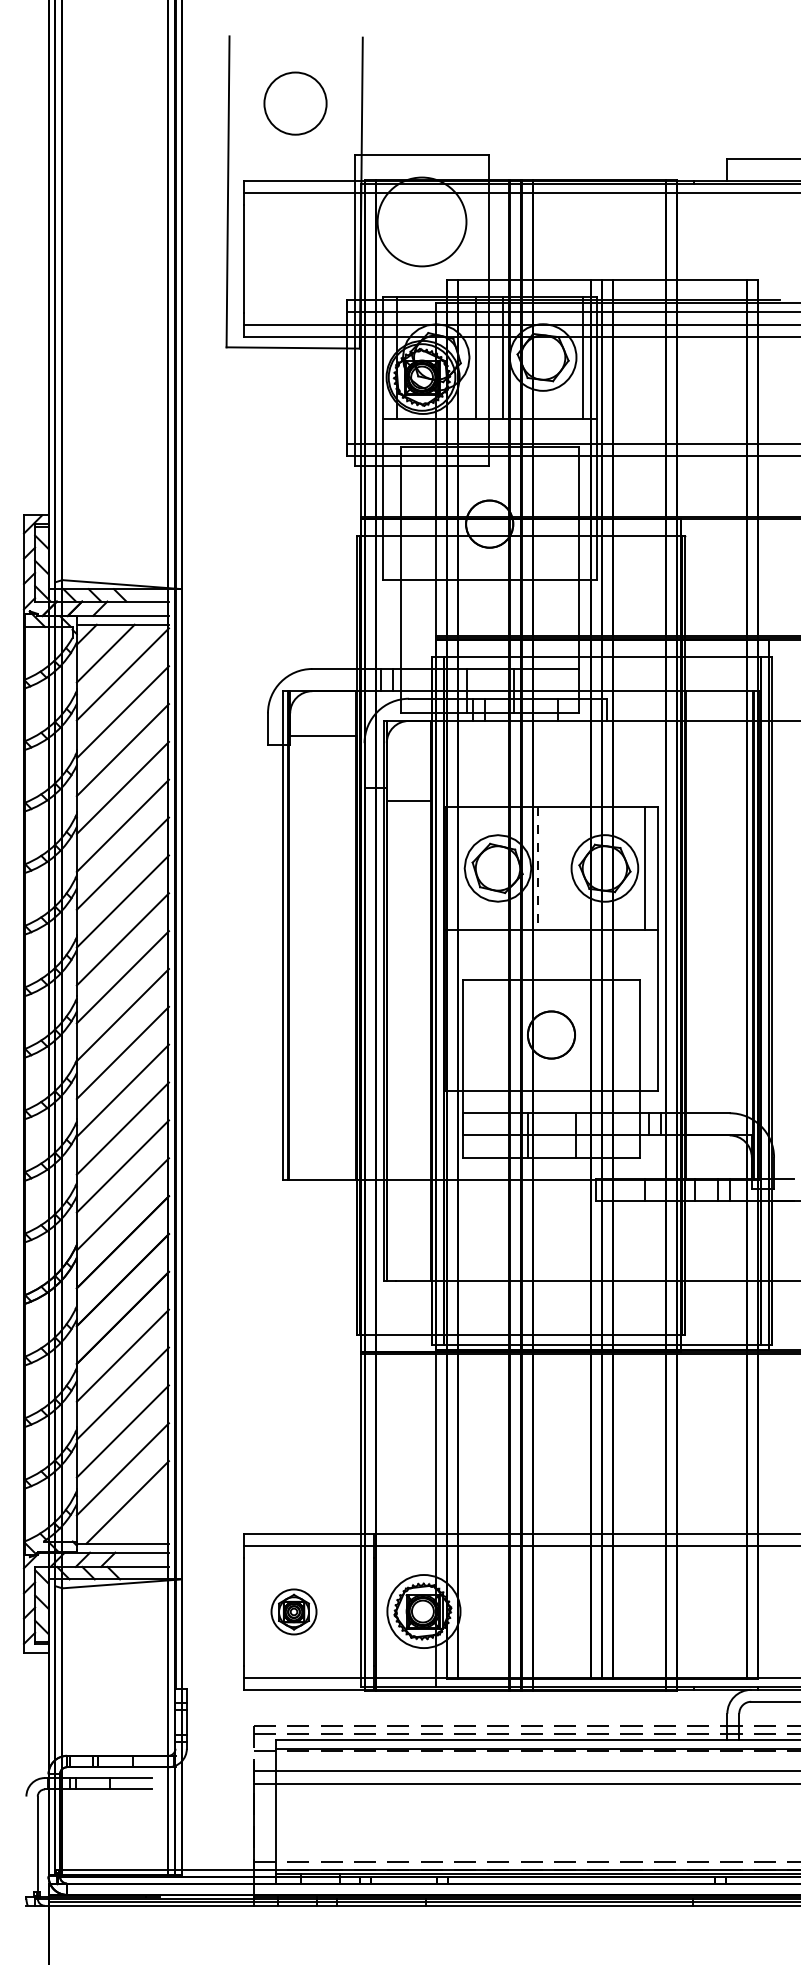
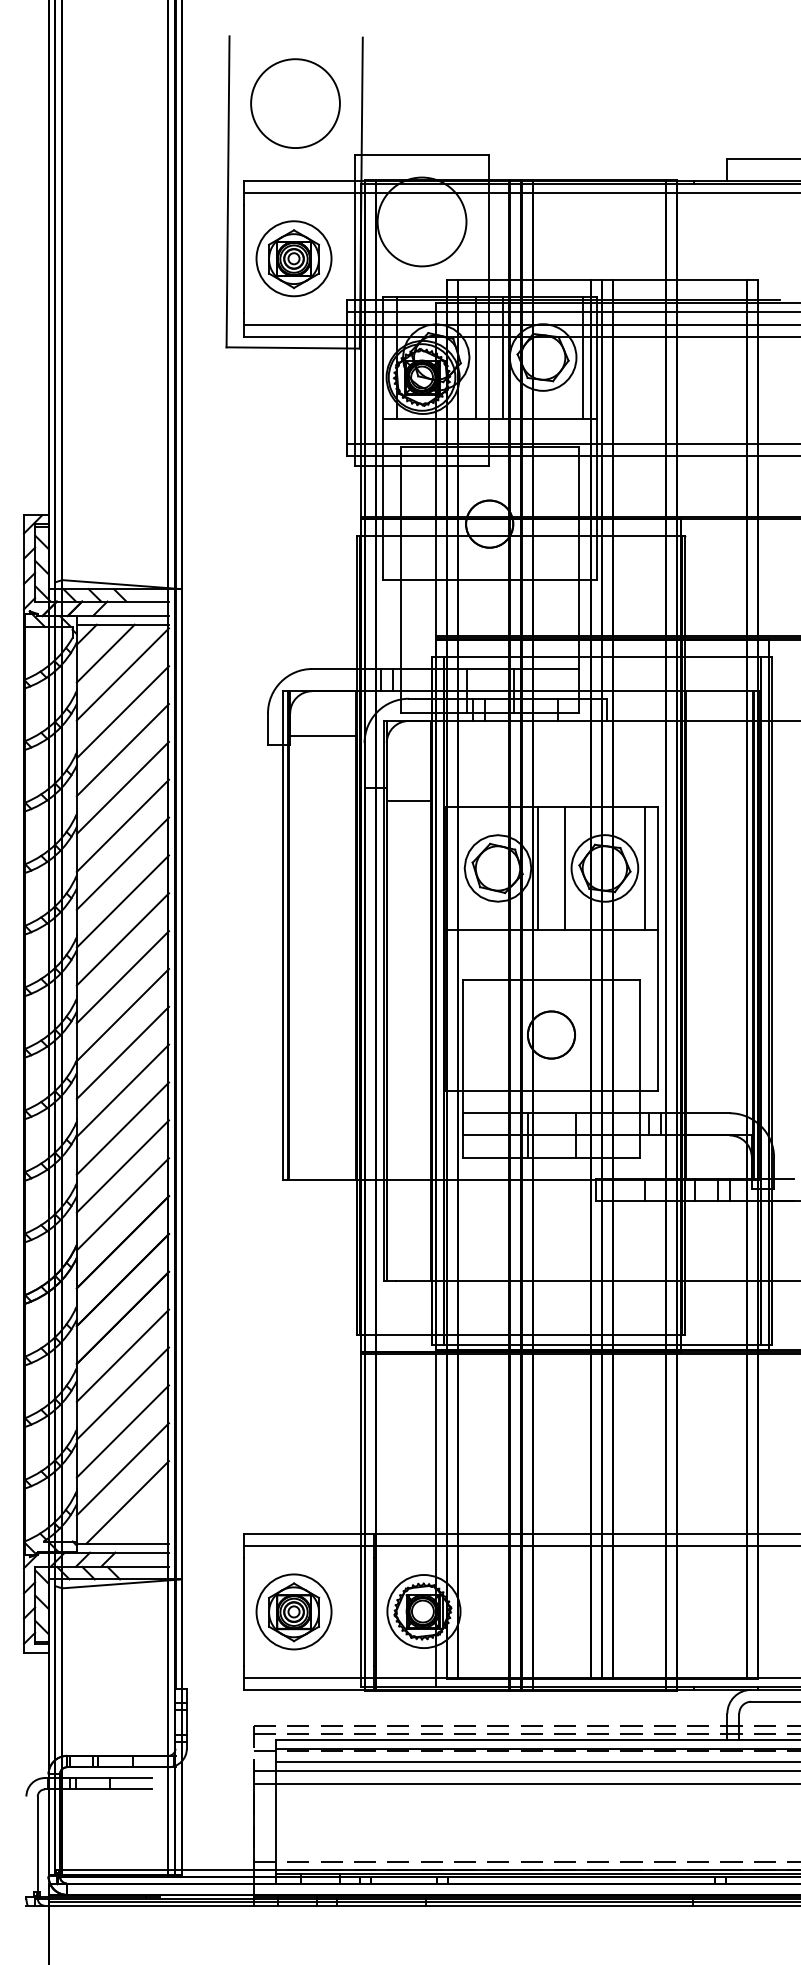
circle at (295, 103) diameter: 62 px -> 89 px
part at (293, 258): none -> present
line at (537, 868): dashed -> solid
line at (565, 868): none -> present
part at (293, 1611) size: 48x48 px -> 78x78 px
line at (536, 1761): none -> present
